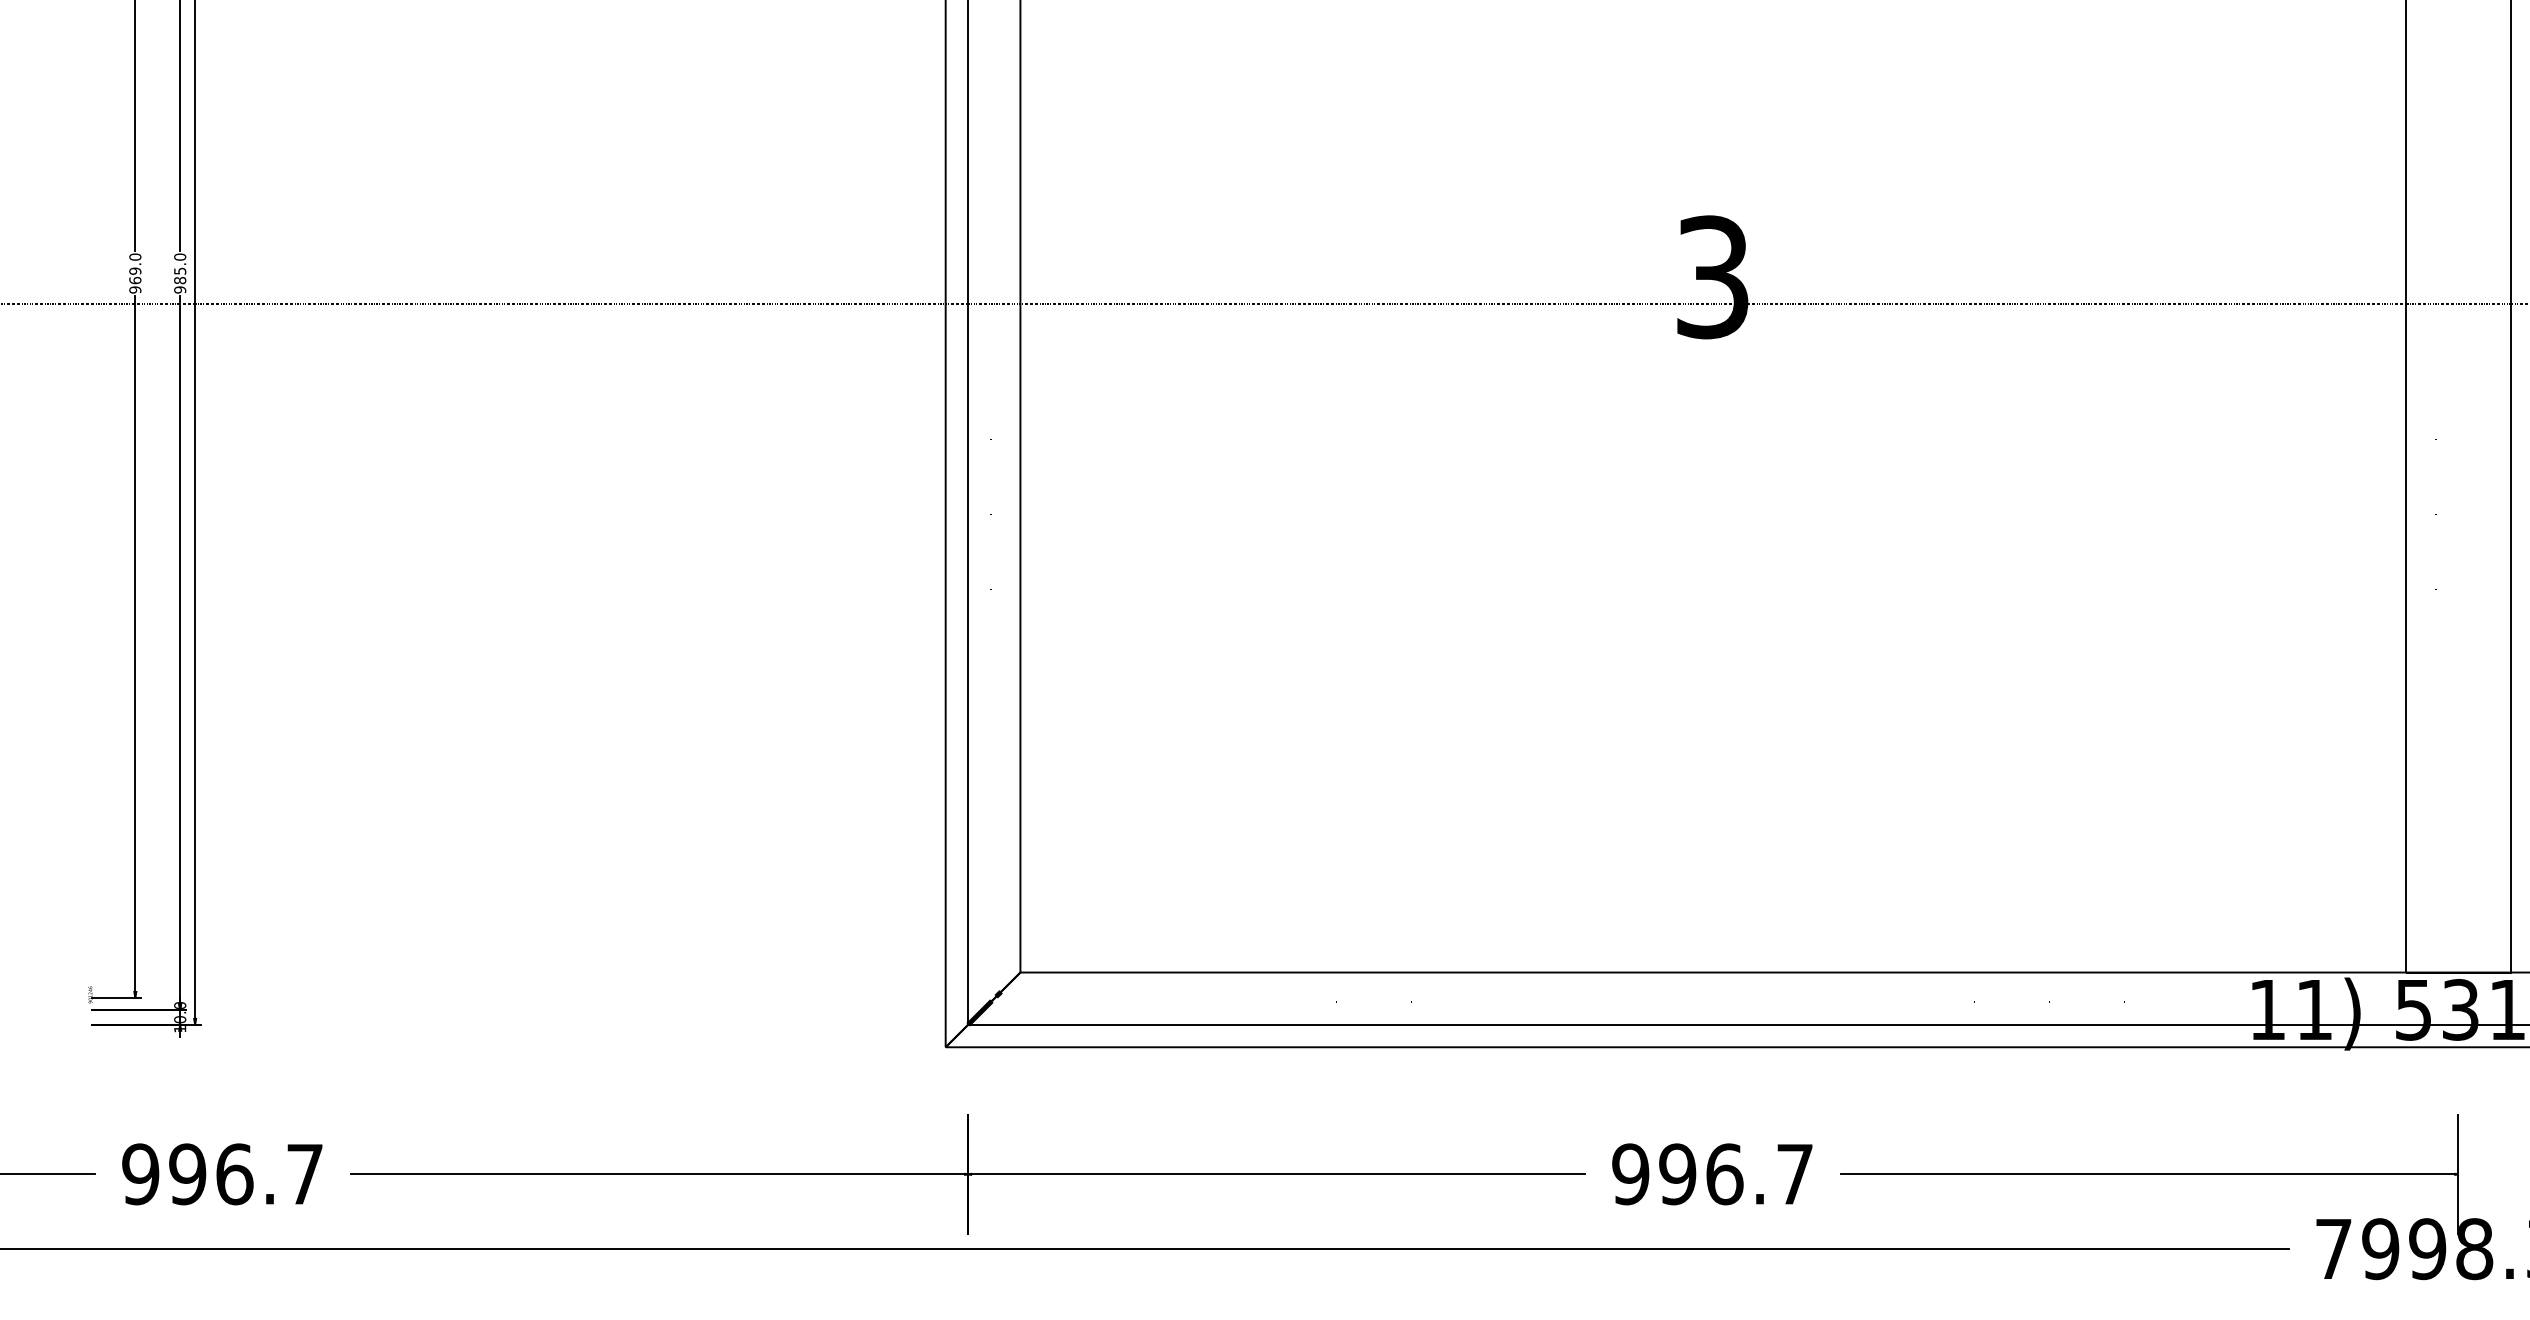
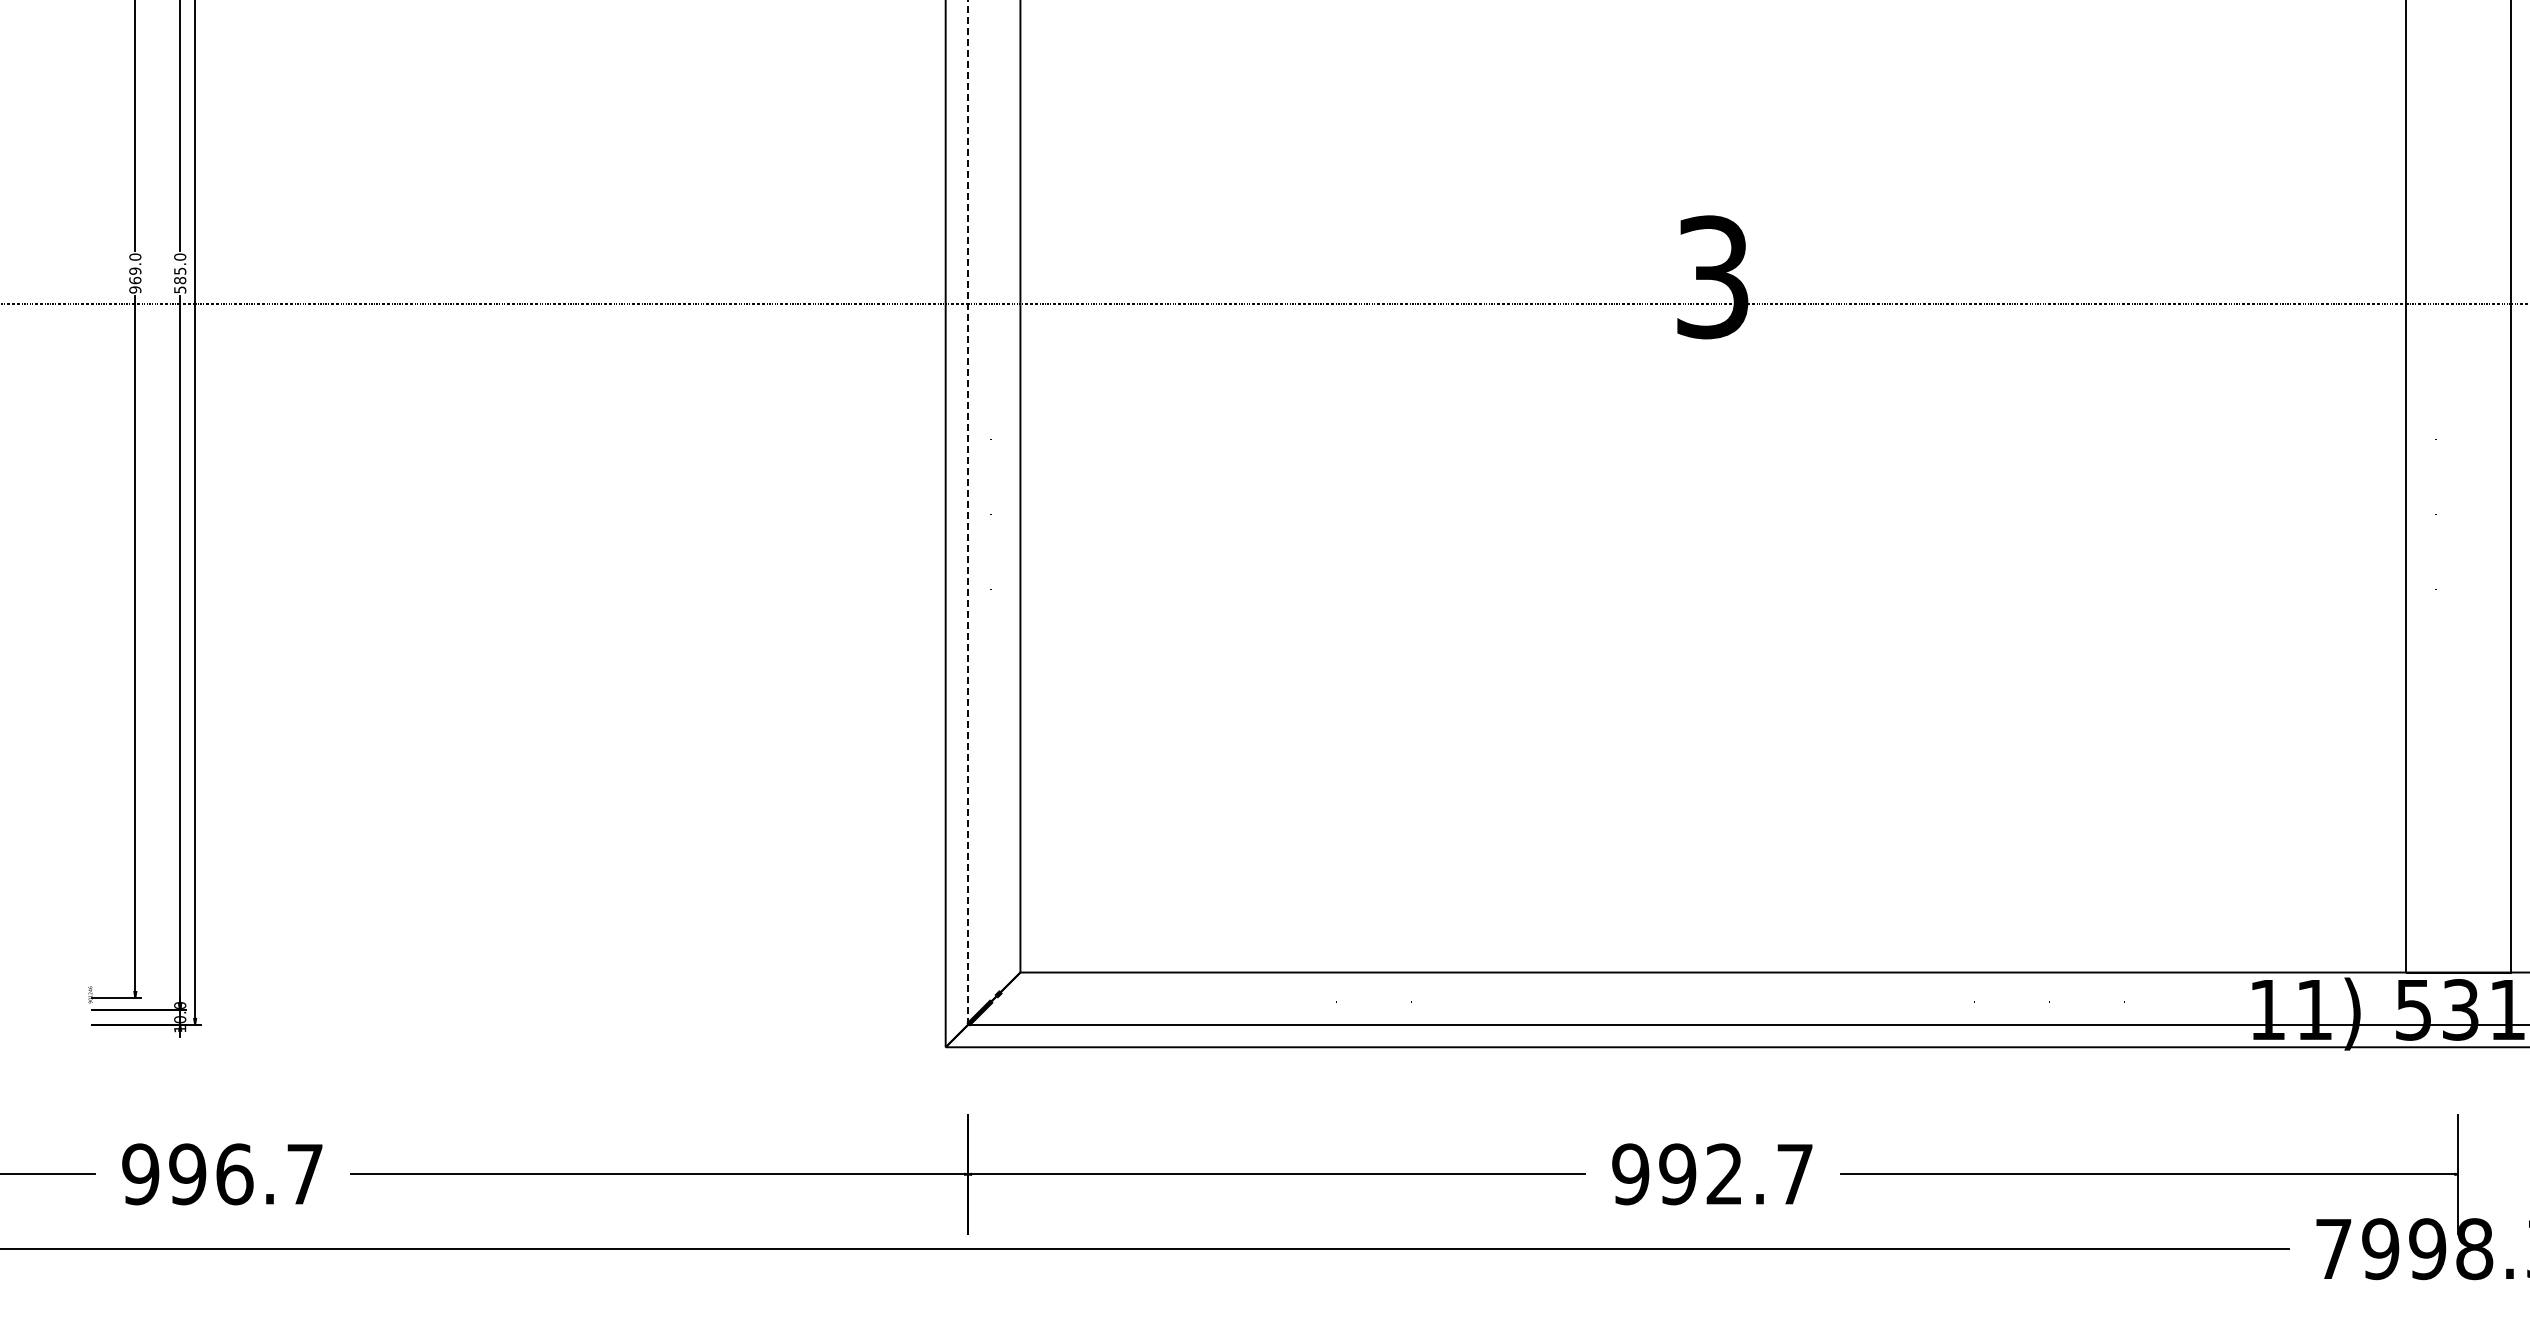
text at (179, 289): 985.0 -> 585.0
line at (968, 511): solid -> dashed
text at (1724, 1174): 996.7 -> 992.7
